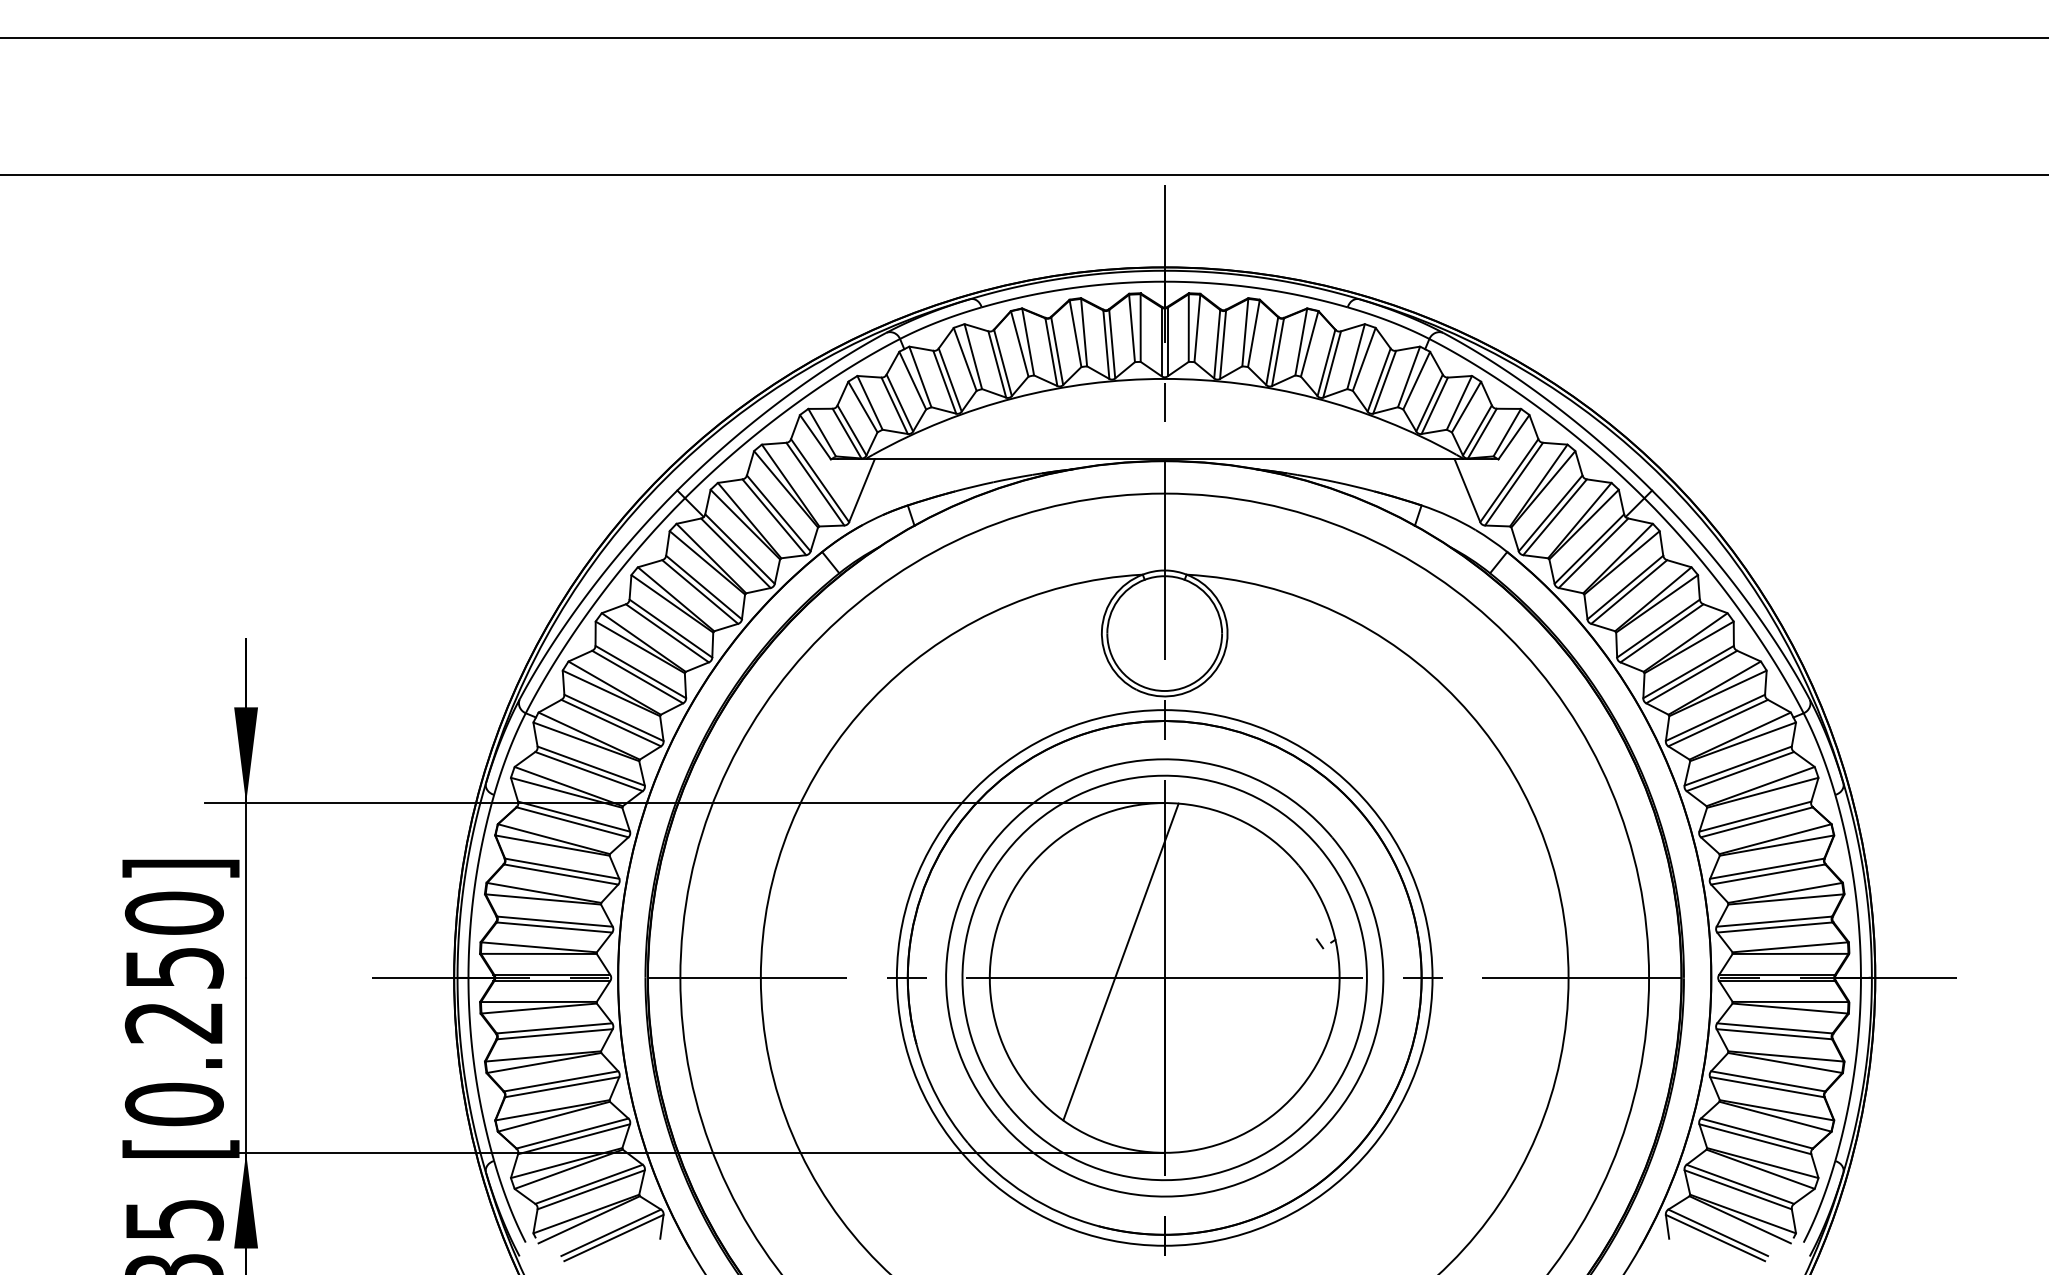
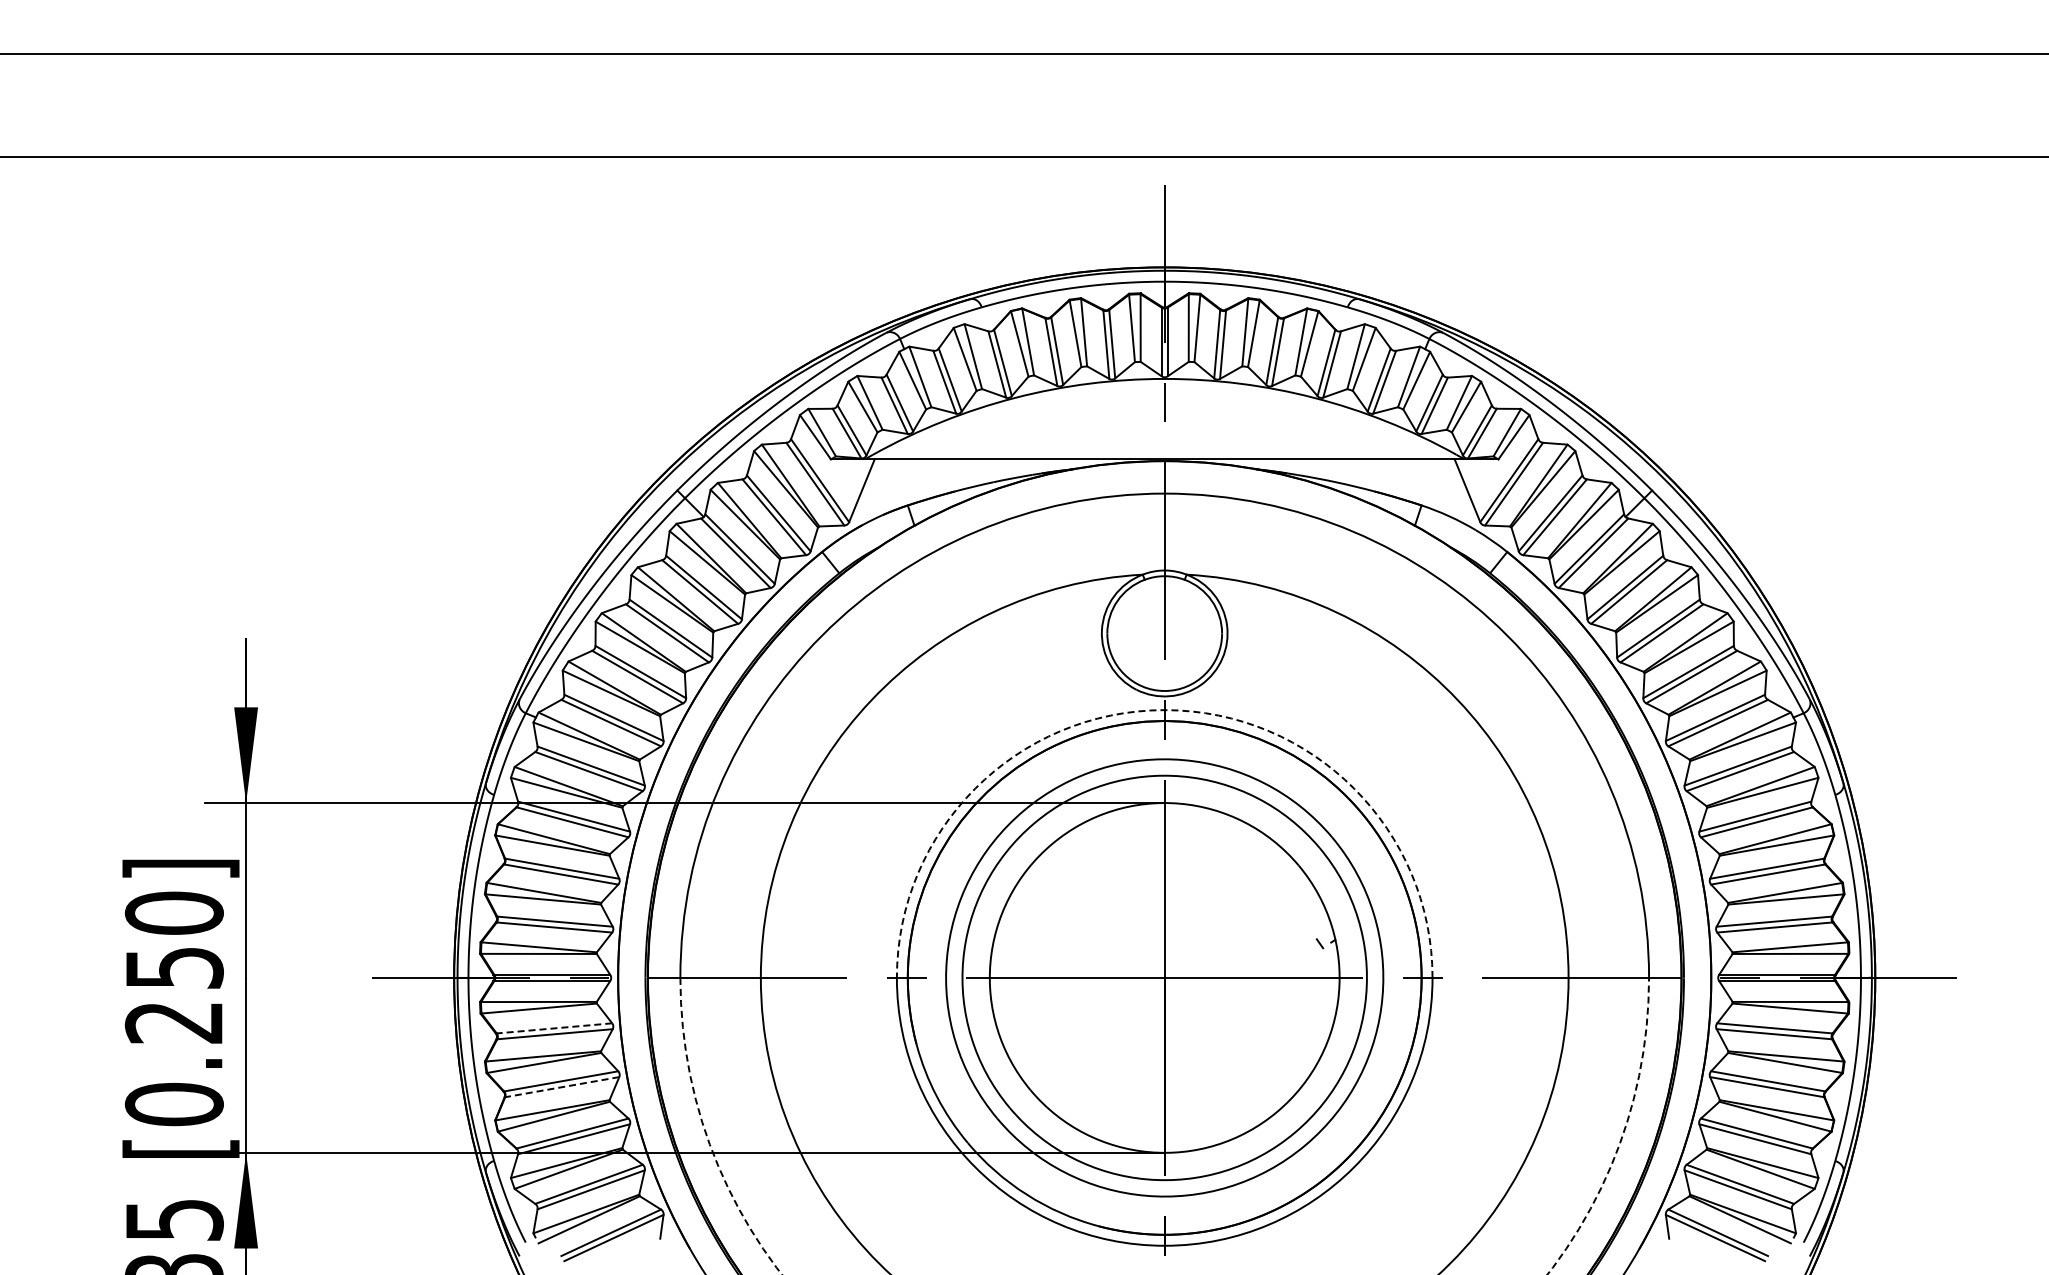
line at (1023, 38) position: (1023, 38) -> (1023, 54)
line at (1023, 175) position: (1023, 175) -> (1023, 157)
arc at (1164, 710): solid -> dashed
line at (1120, 961): present -> none
line at (554, 1028): solid -> dashed
line at (562, 1087): solid -> dashed
arc at (1547, 1274): solid -> dashed
